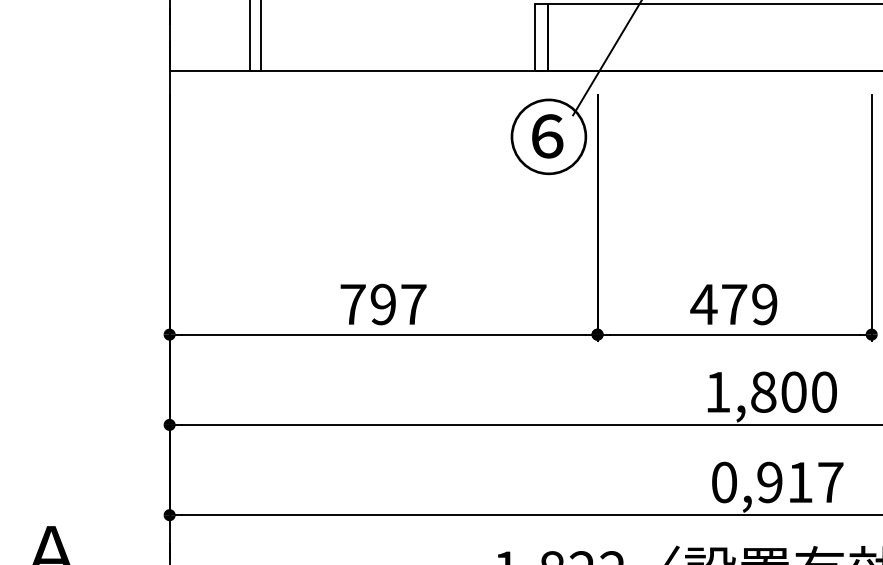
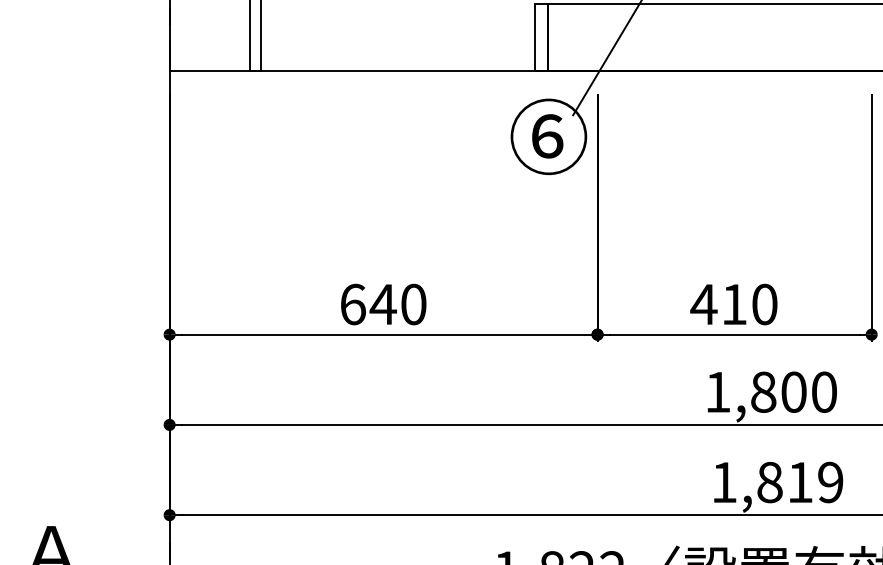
text at (383, 304): 797 -> 640
text at (749, 304): 479 -> 410
text at (777, 482): 0,917 -> 1,819
